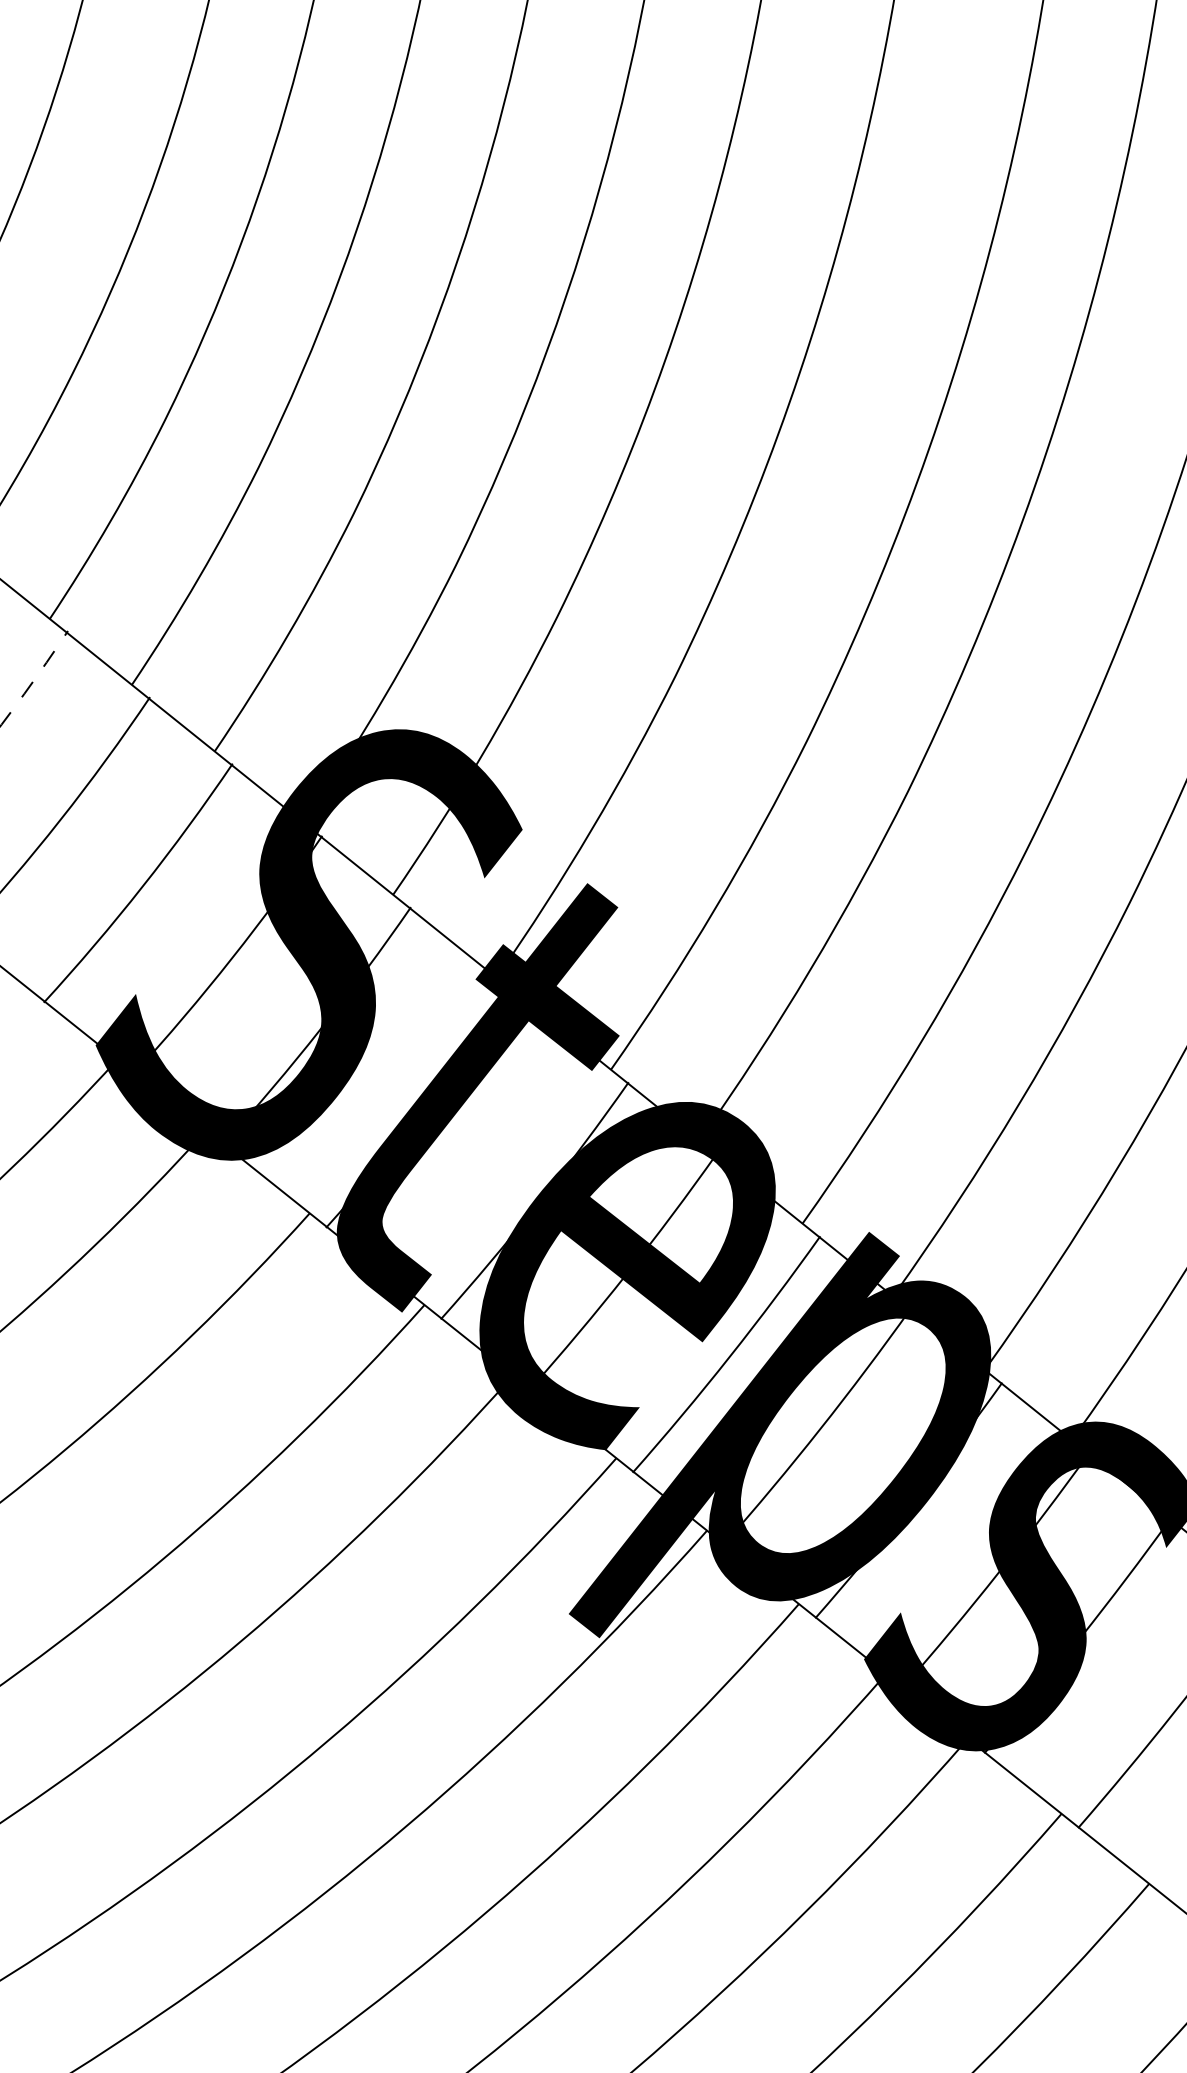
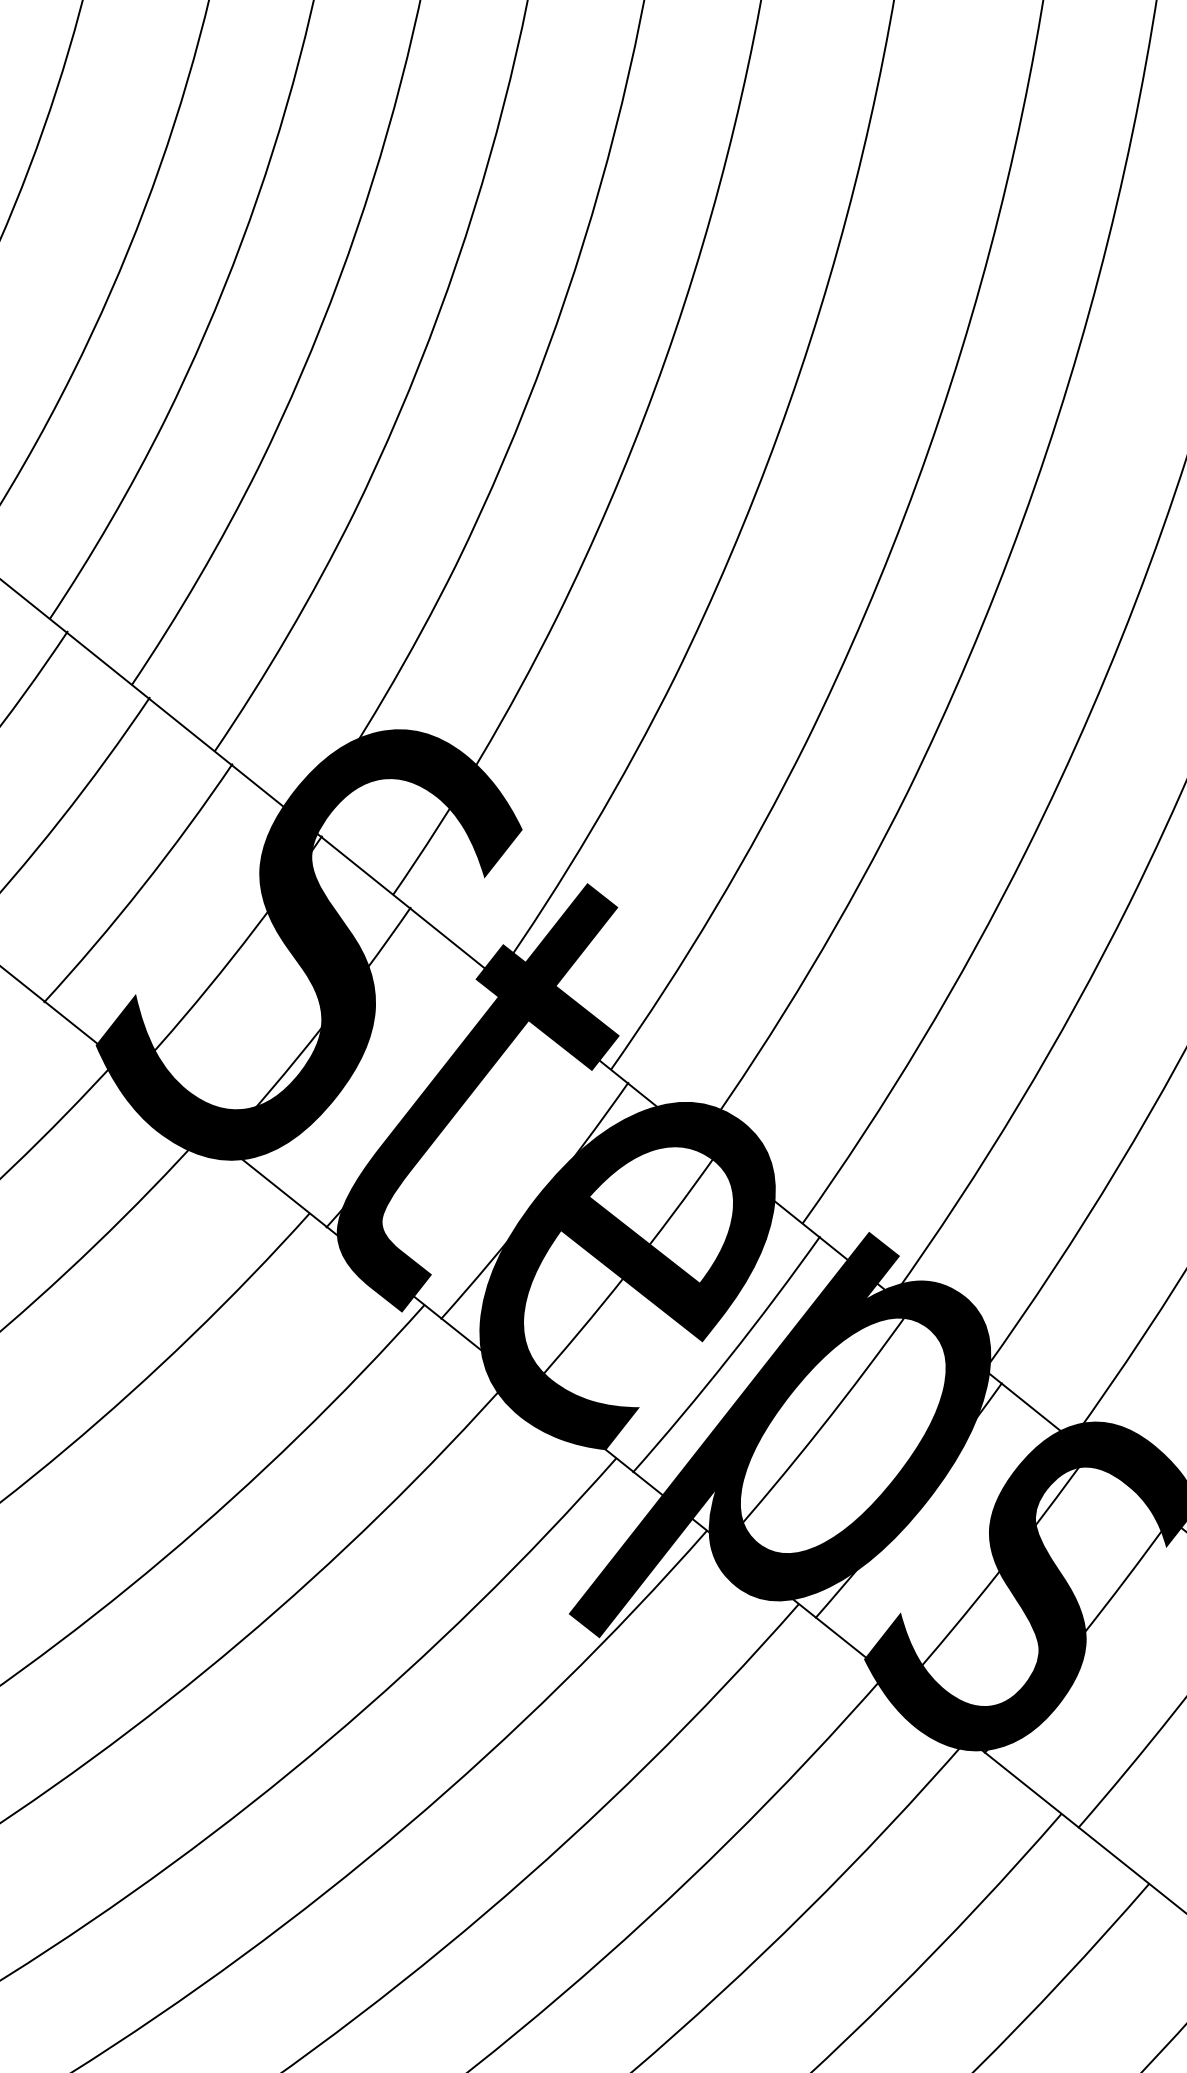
line at (34, 679): dashed -> solid
